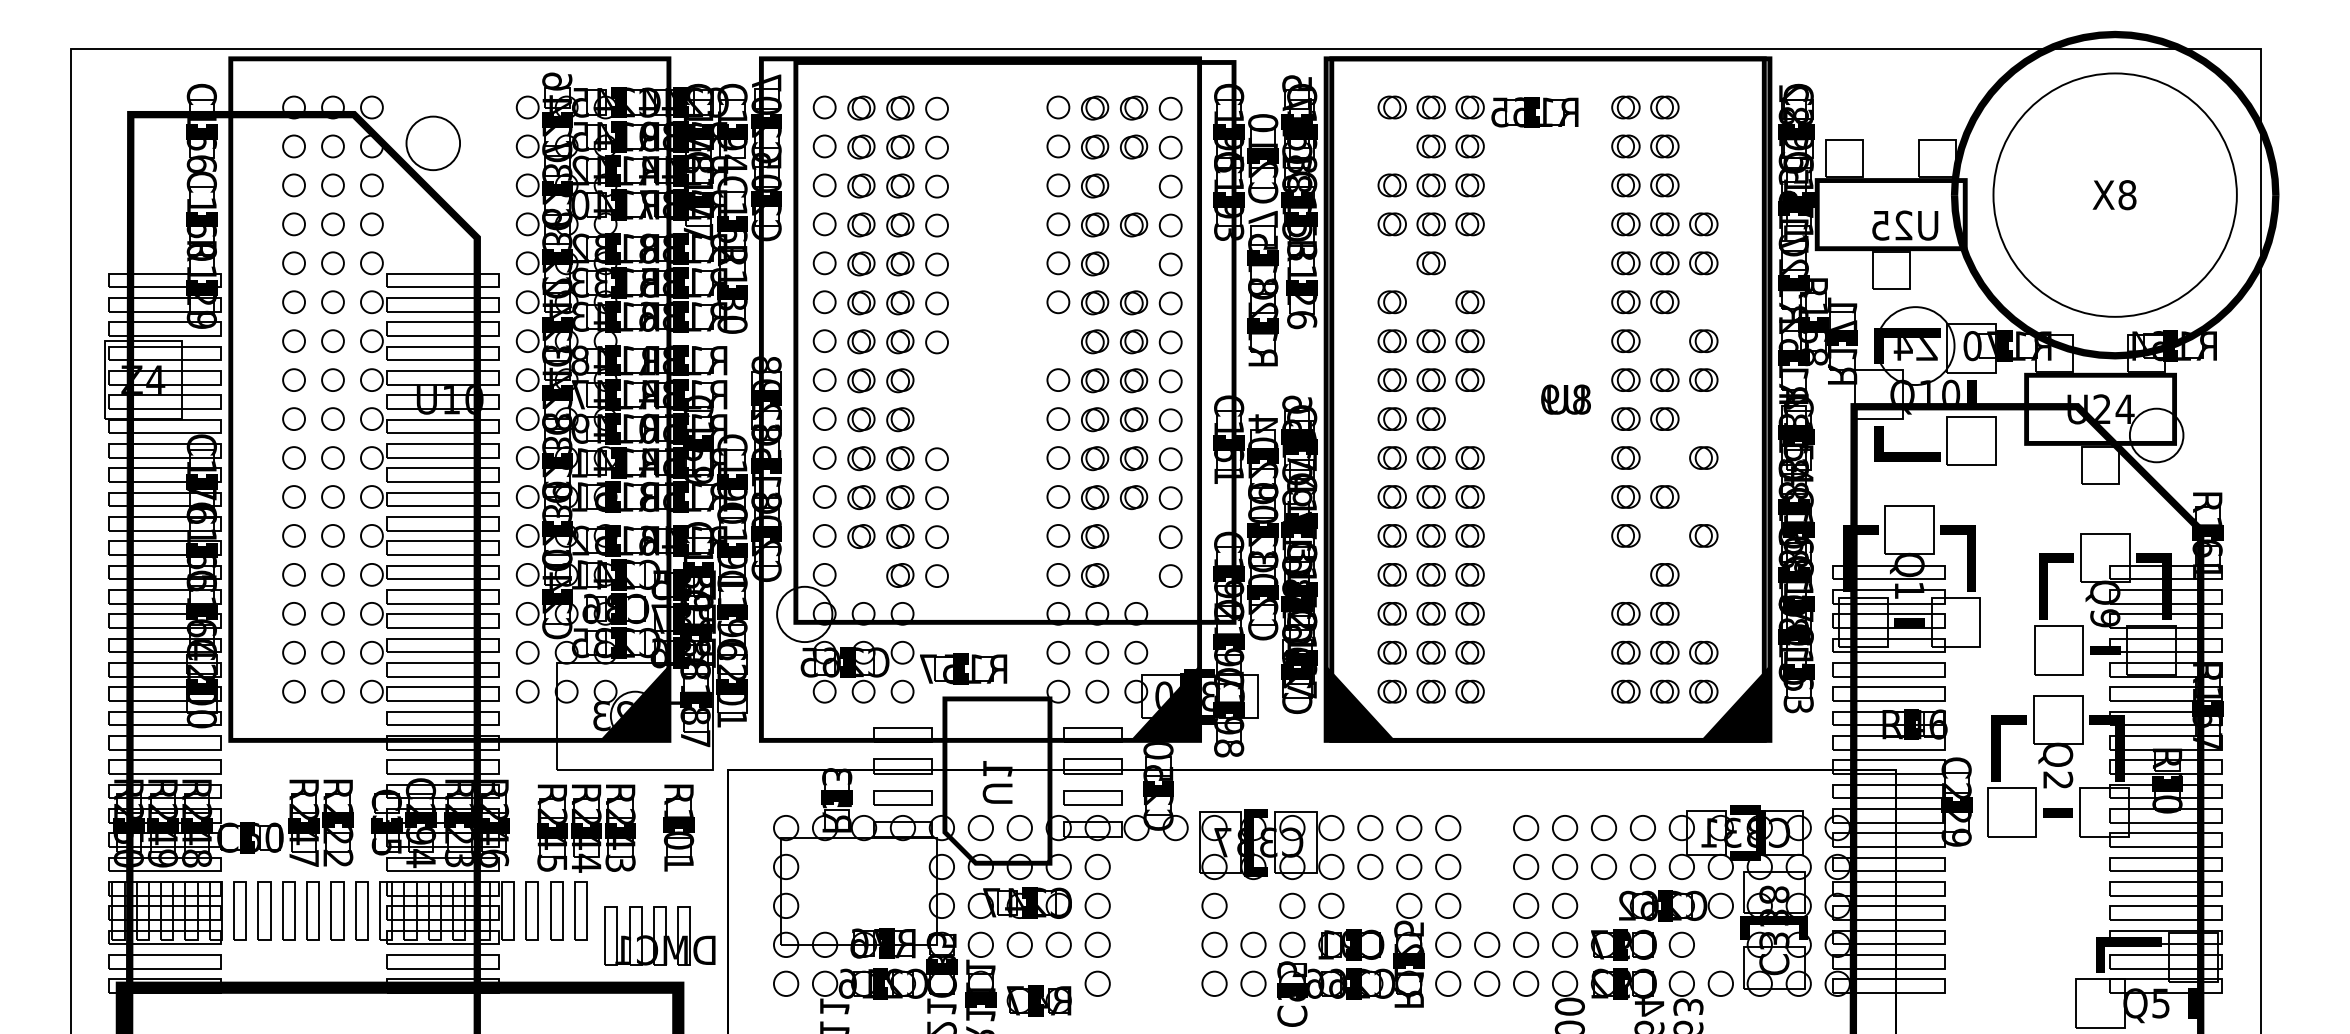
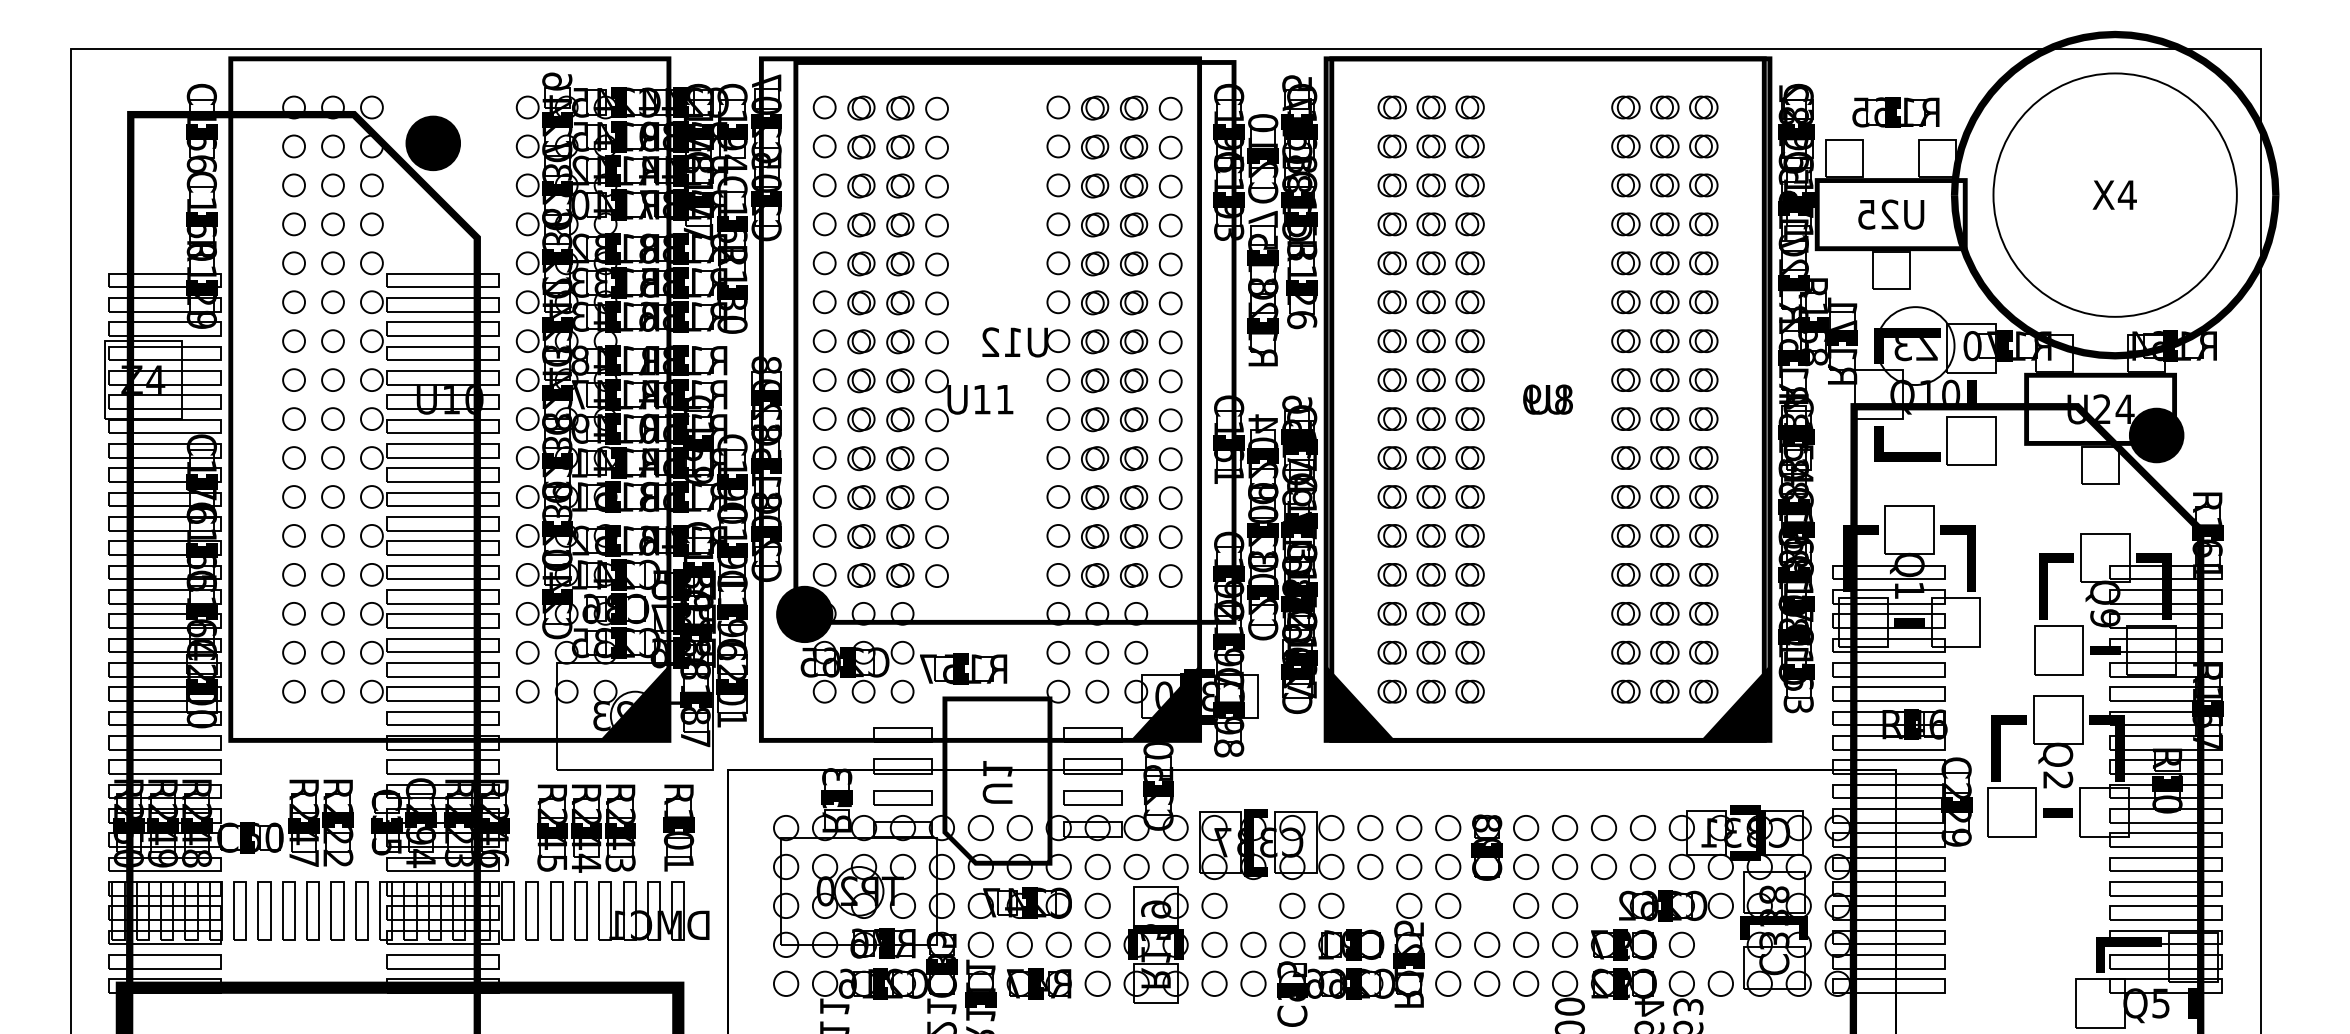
part at (1703, 107): none -> present
part at (1534, 112) position: (1534, 112) -> (1895, 112)
fill at (433, 143): none -> present
part at (1391, 146): none -> present
part at (1703, 146): none -> present
part at (1134, 185): none -> present
part at (1703, 185): none -> present
text at (2126, 195): X8 -> X4
text at (1905, 225) position: (1905, 225) -> (1891, 214)
part at (1134, 263): none -> present
part at (1391, 263): none -> present
part at (1469, 263): none -> present
part at (1430, 302): none -> present
part at (1703, 302): none -> present
part at (1664, 340): none -> present
part at (1026, 342): none -> present
text at (1902, 349): Z4 -> Z3
text at (1565, 399) position: (1565, 399) -> (1547, 399)
part at (969, 400): none -> present
part at (1469, 418): none -> present
part at (1703, 418): none -> present
fill at (2156, 435): none -> present
part at (1664, 457): none -> present
part at (1703, 496): none -> present
part at (1664, 535): none -> present
part at (1134, 536): none -> present
part at (1625, 574): none -> present
part at (1703, 574): none -> present
part at (861, 575): none -> present
part at (1134, 575): none -> present
part at (1703, 613): none -> present
fill at (804, 614): none -> present
part at (1486, 847): none -> present
part at (863, 885): none -> present
part at (1155, 928): none -> present
part at (659, 935) position: (659, 935) -> (653, 910)
part at (1038, 1000) position: (1038, 1000) -> (1038, 983)
